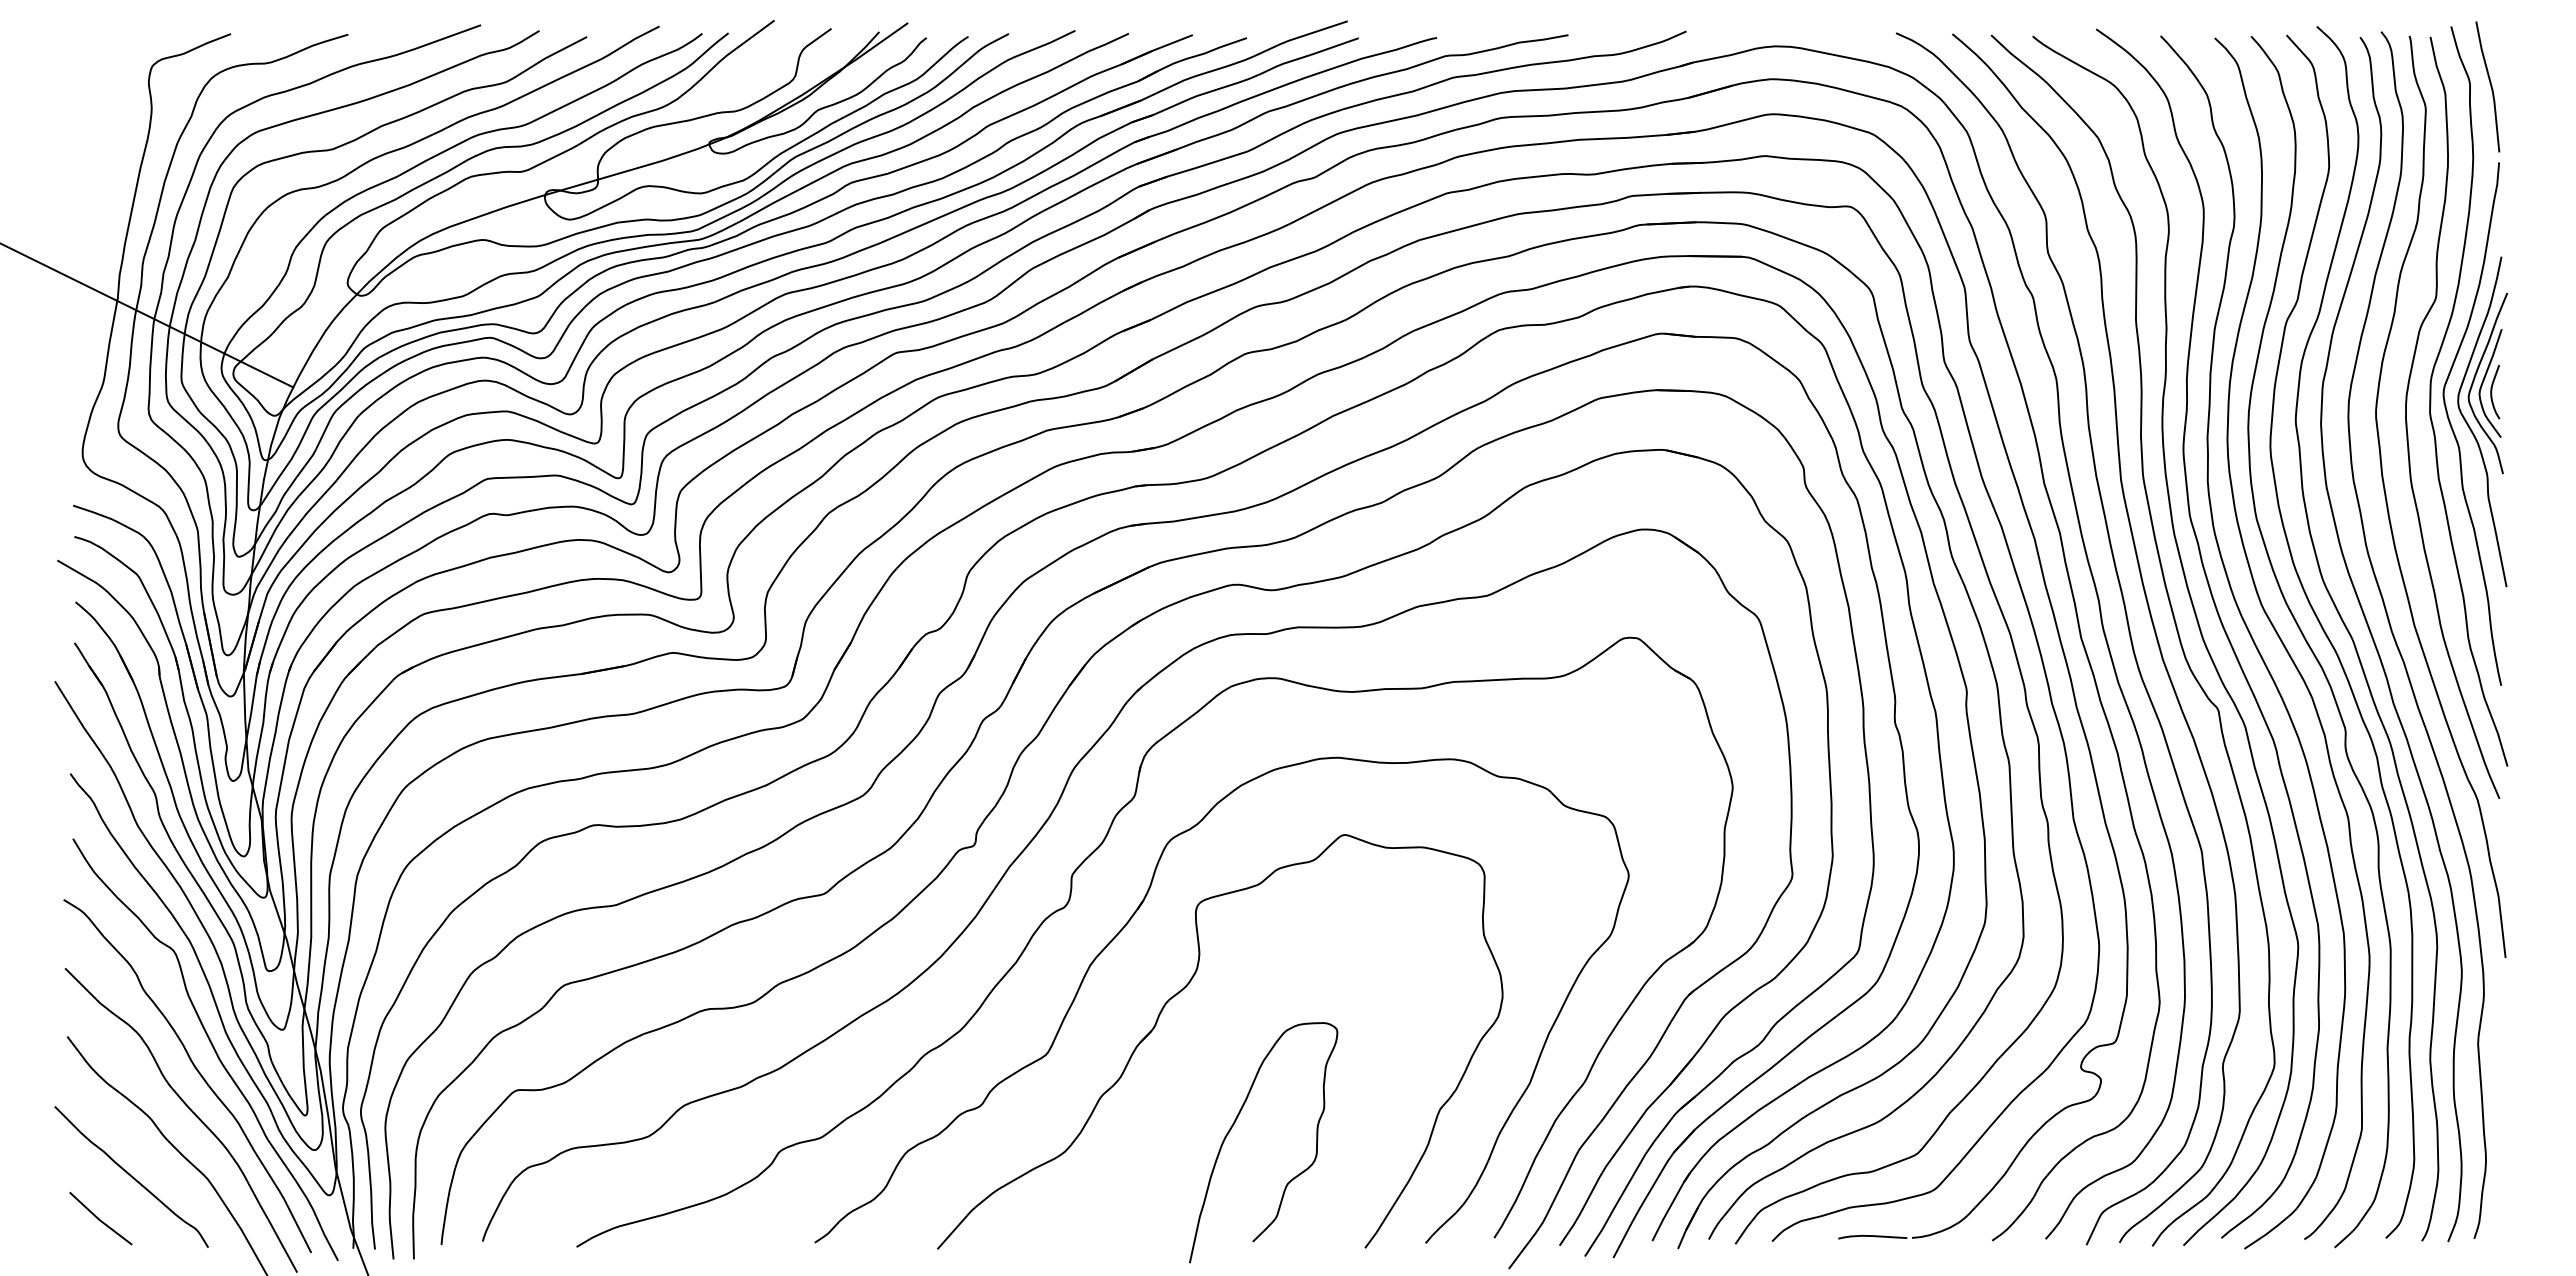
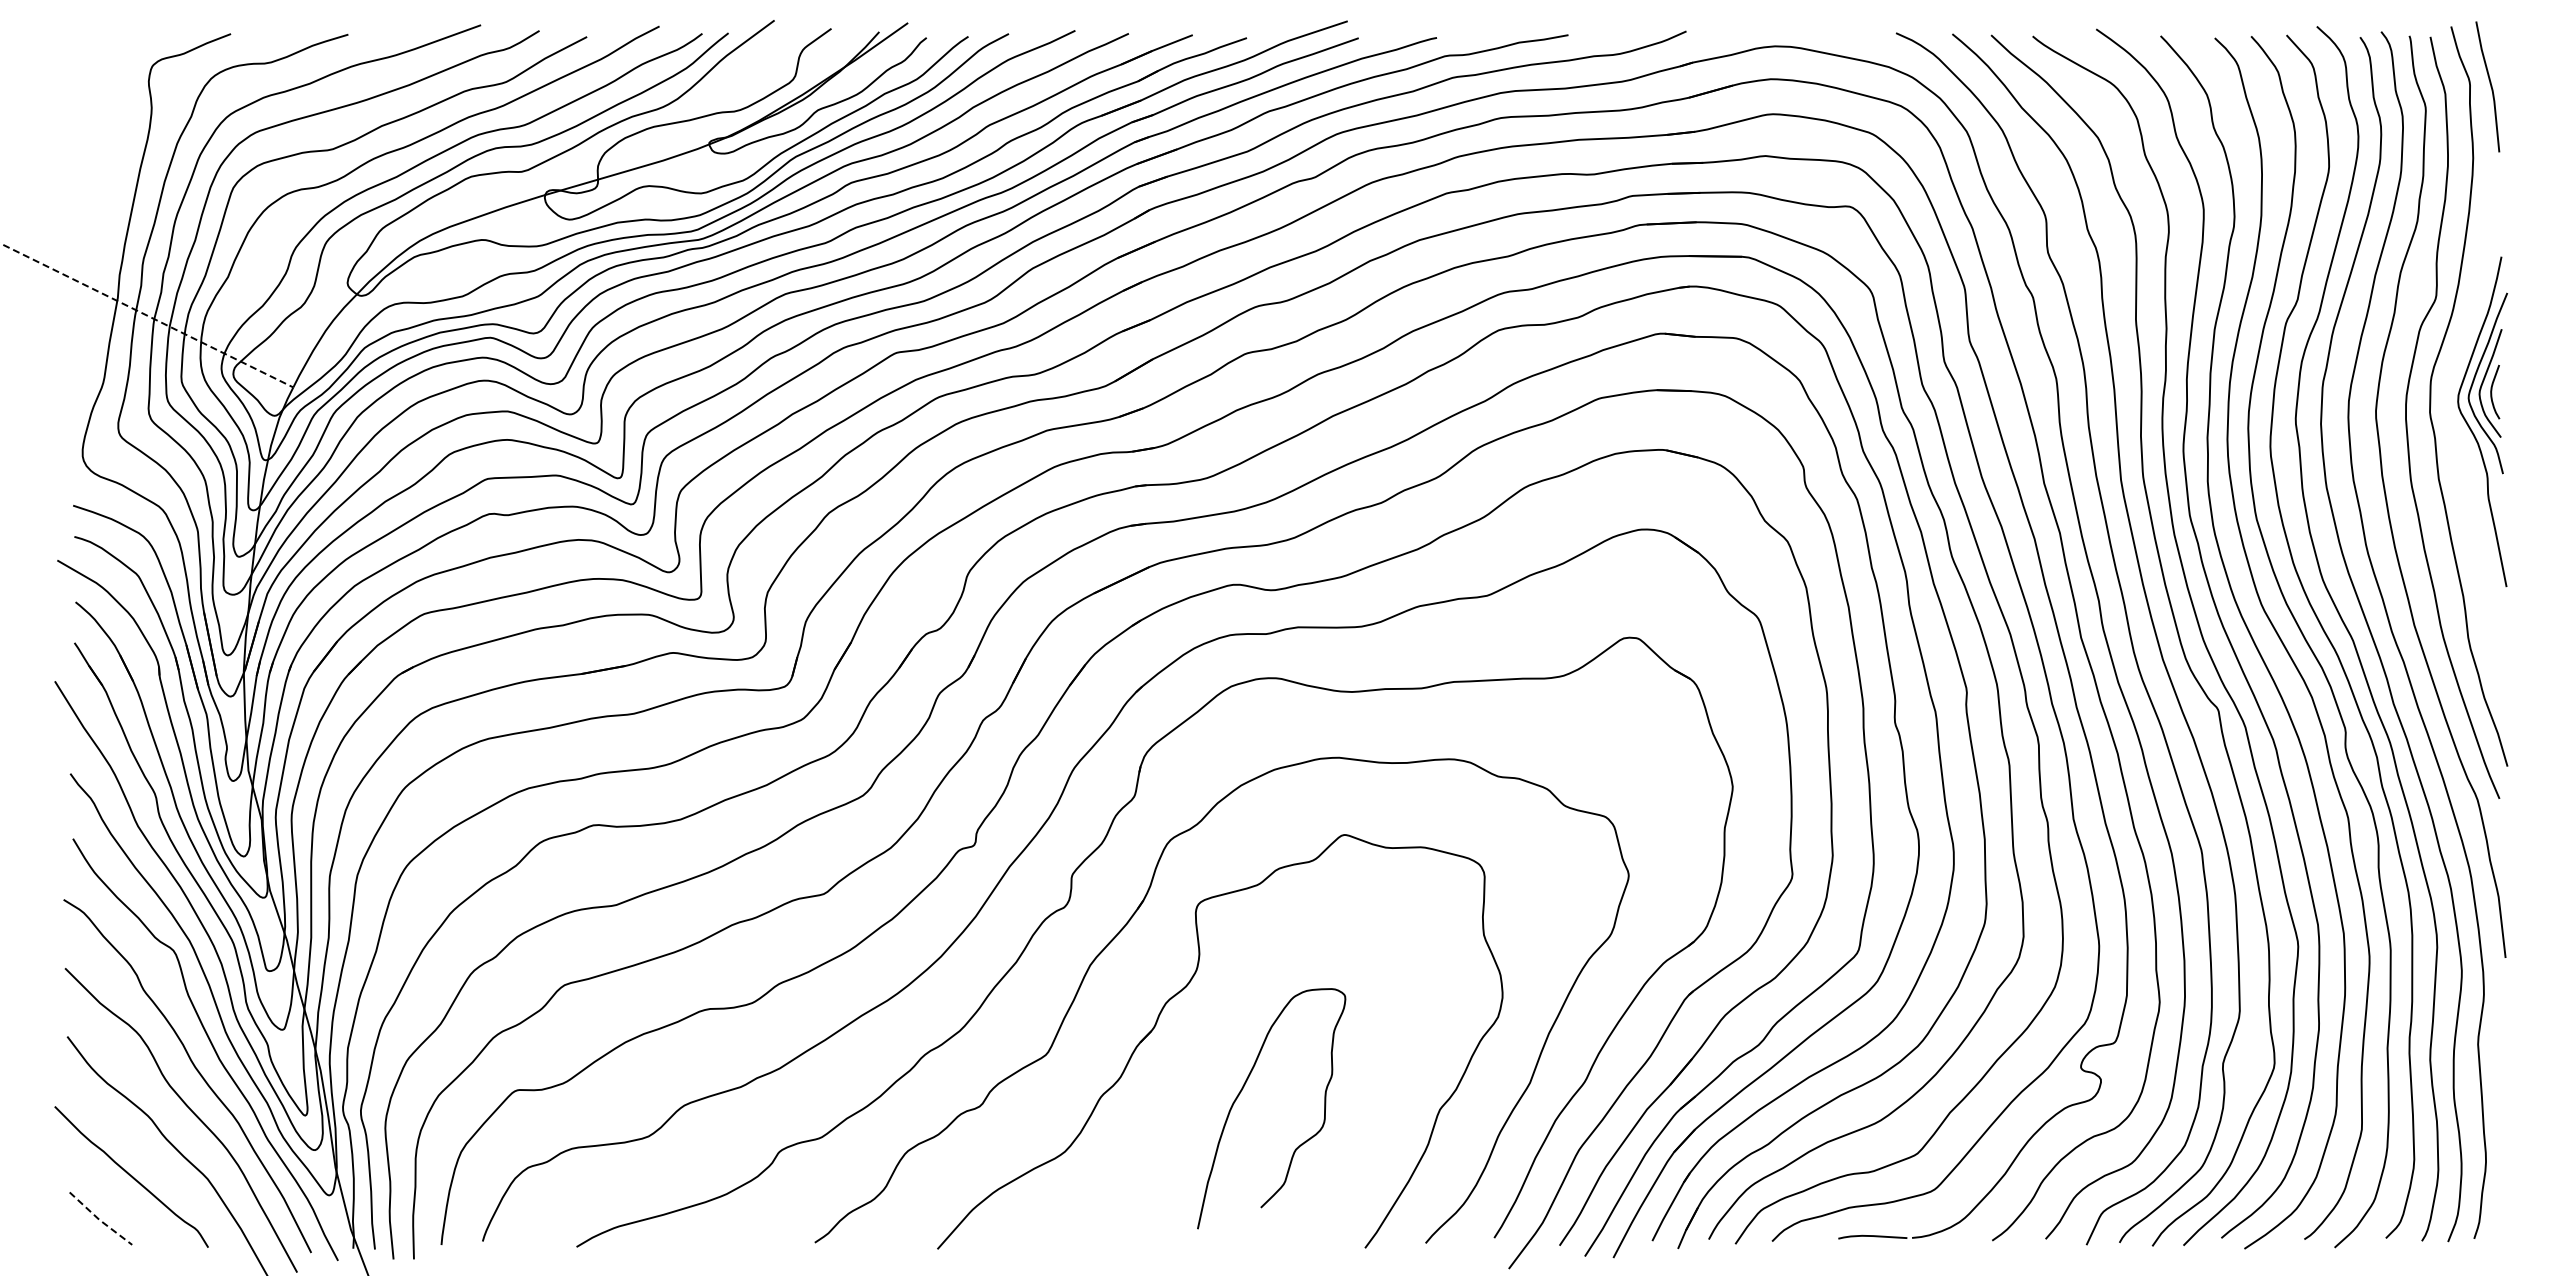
line at (147, 315): solid -> dashed
curve at (2454, 431): present -> none
curve at (1233, 1126) position: (1233, 1126) -> (1241, 1092)
line at (99, 1219): solid -> dashed
